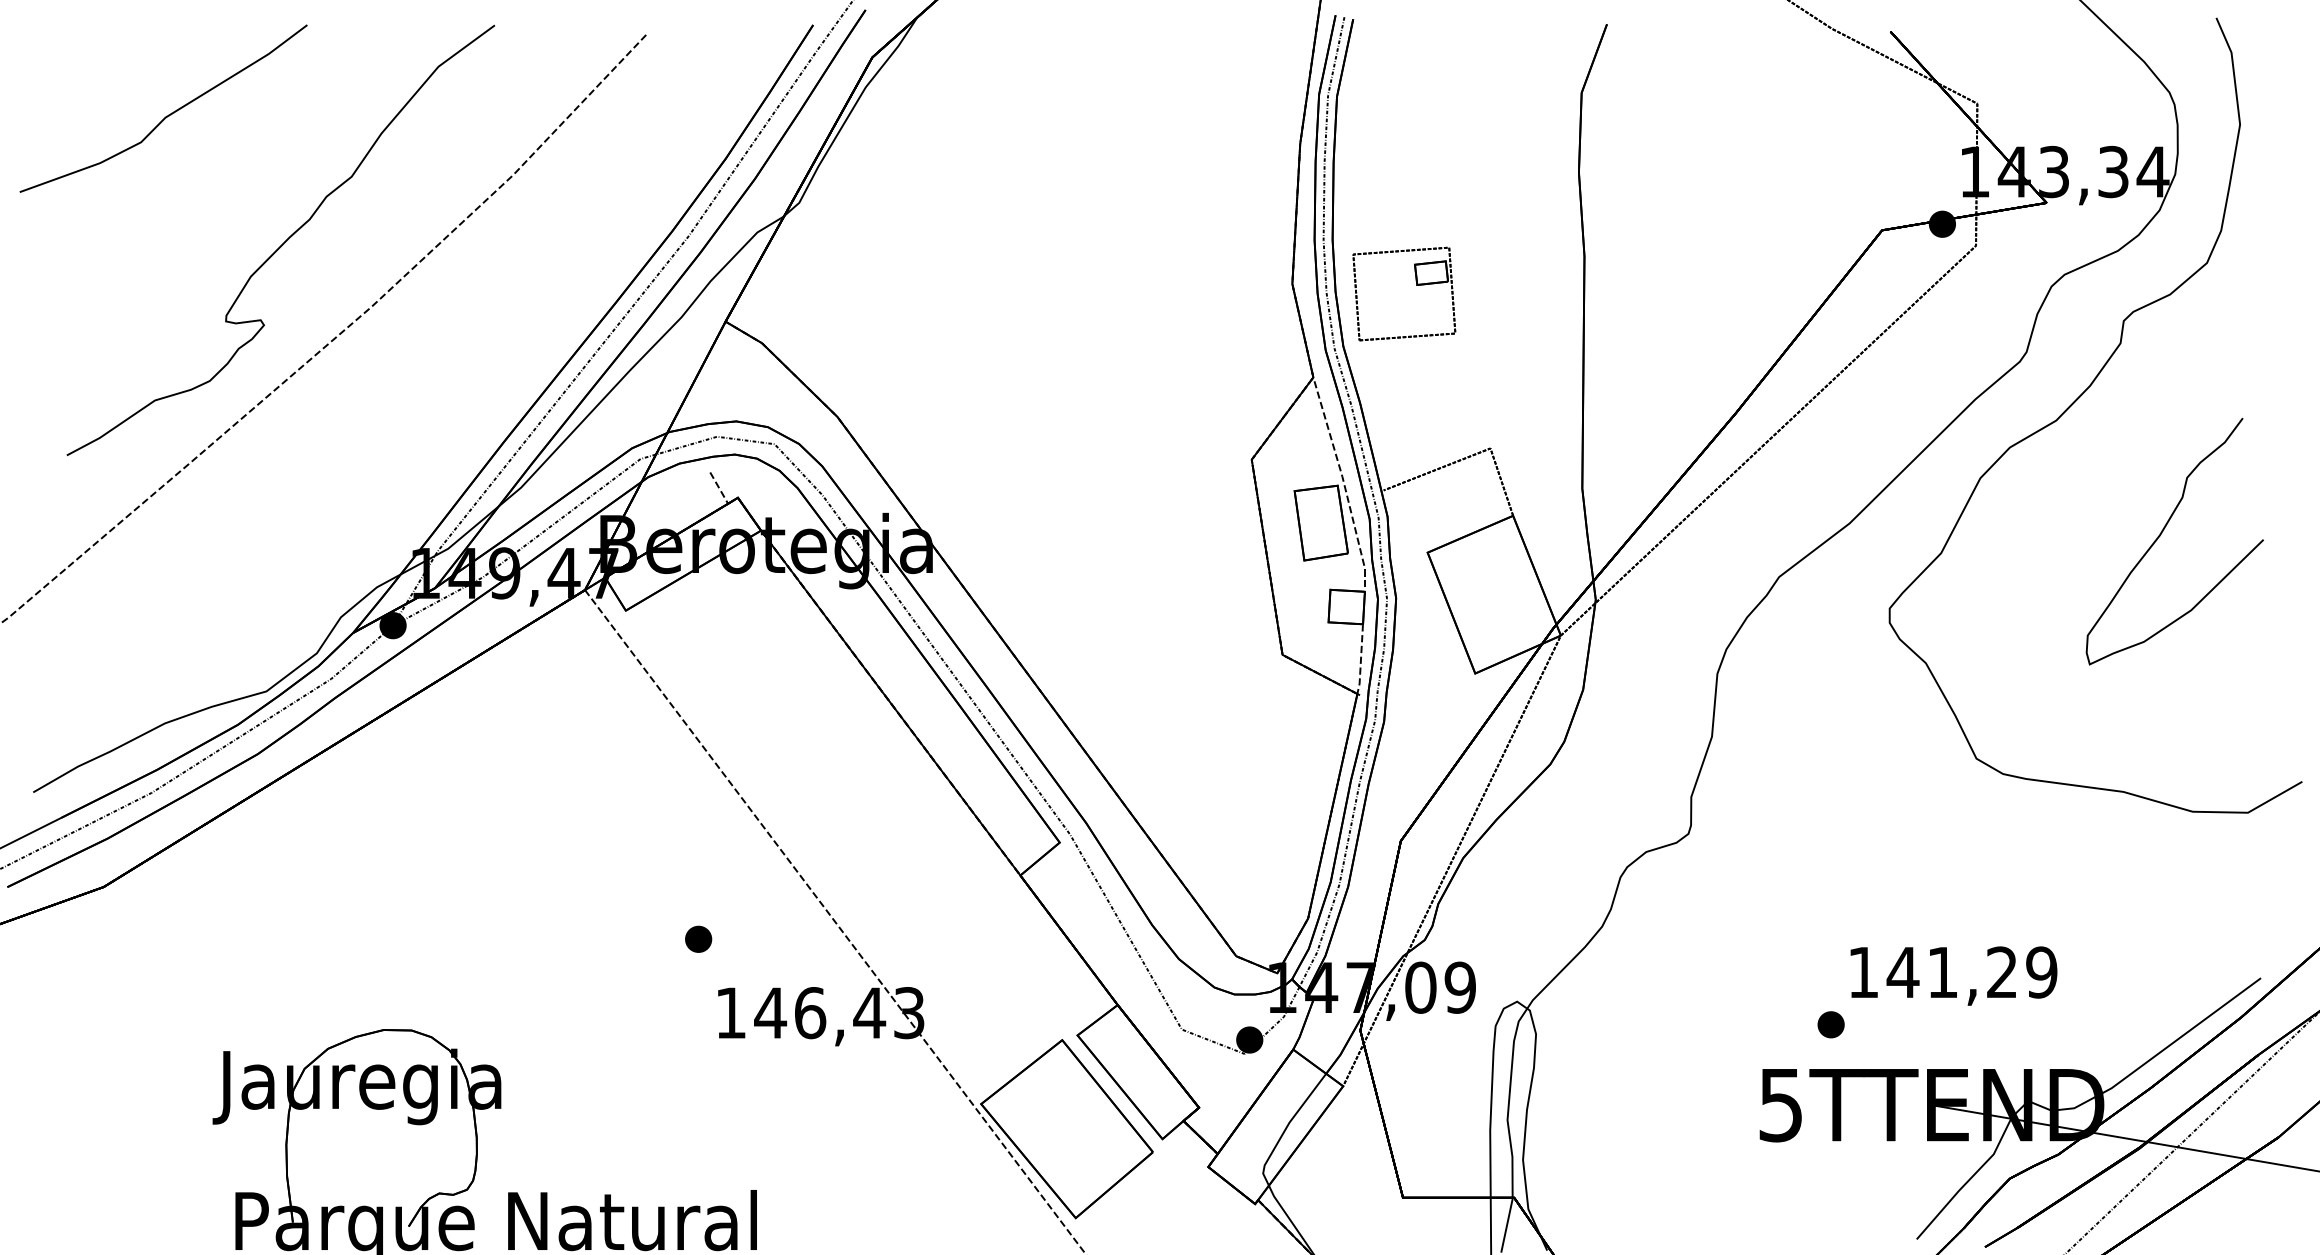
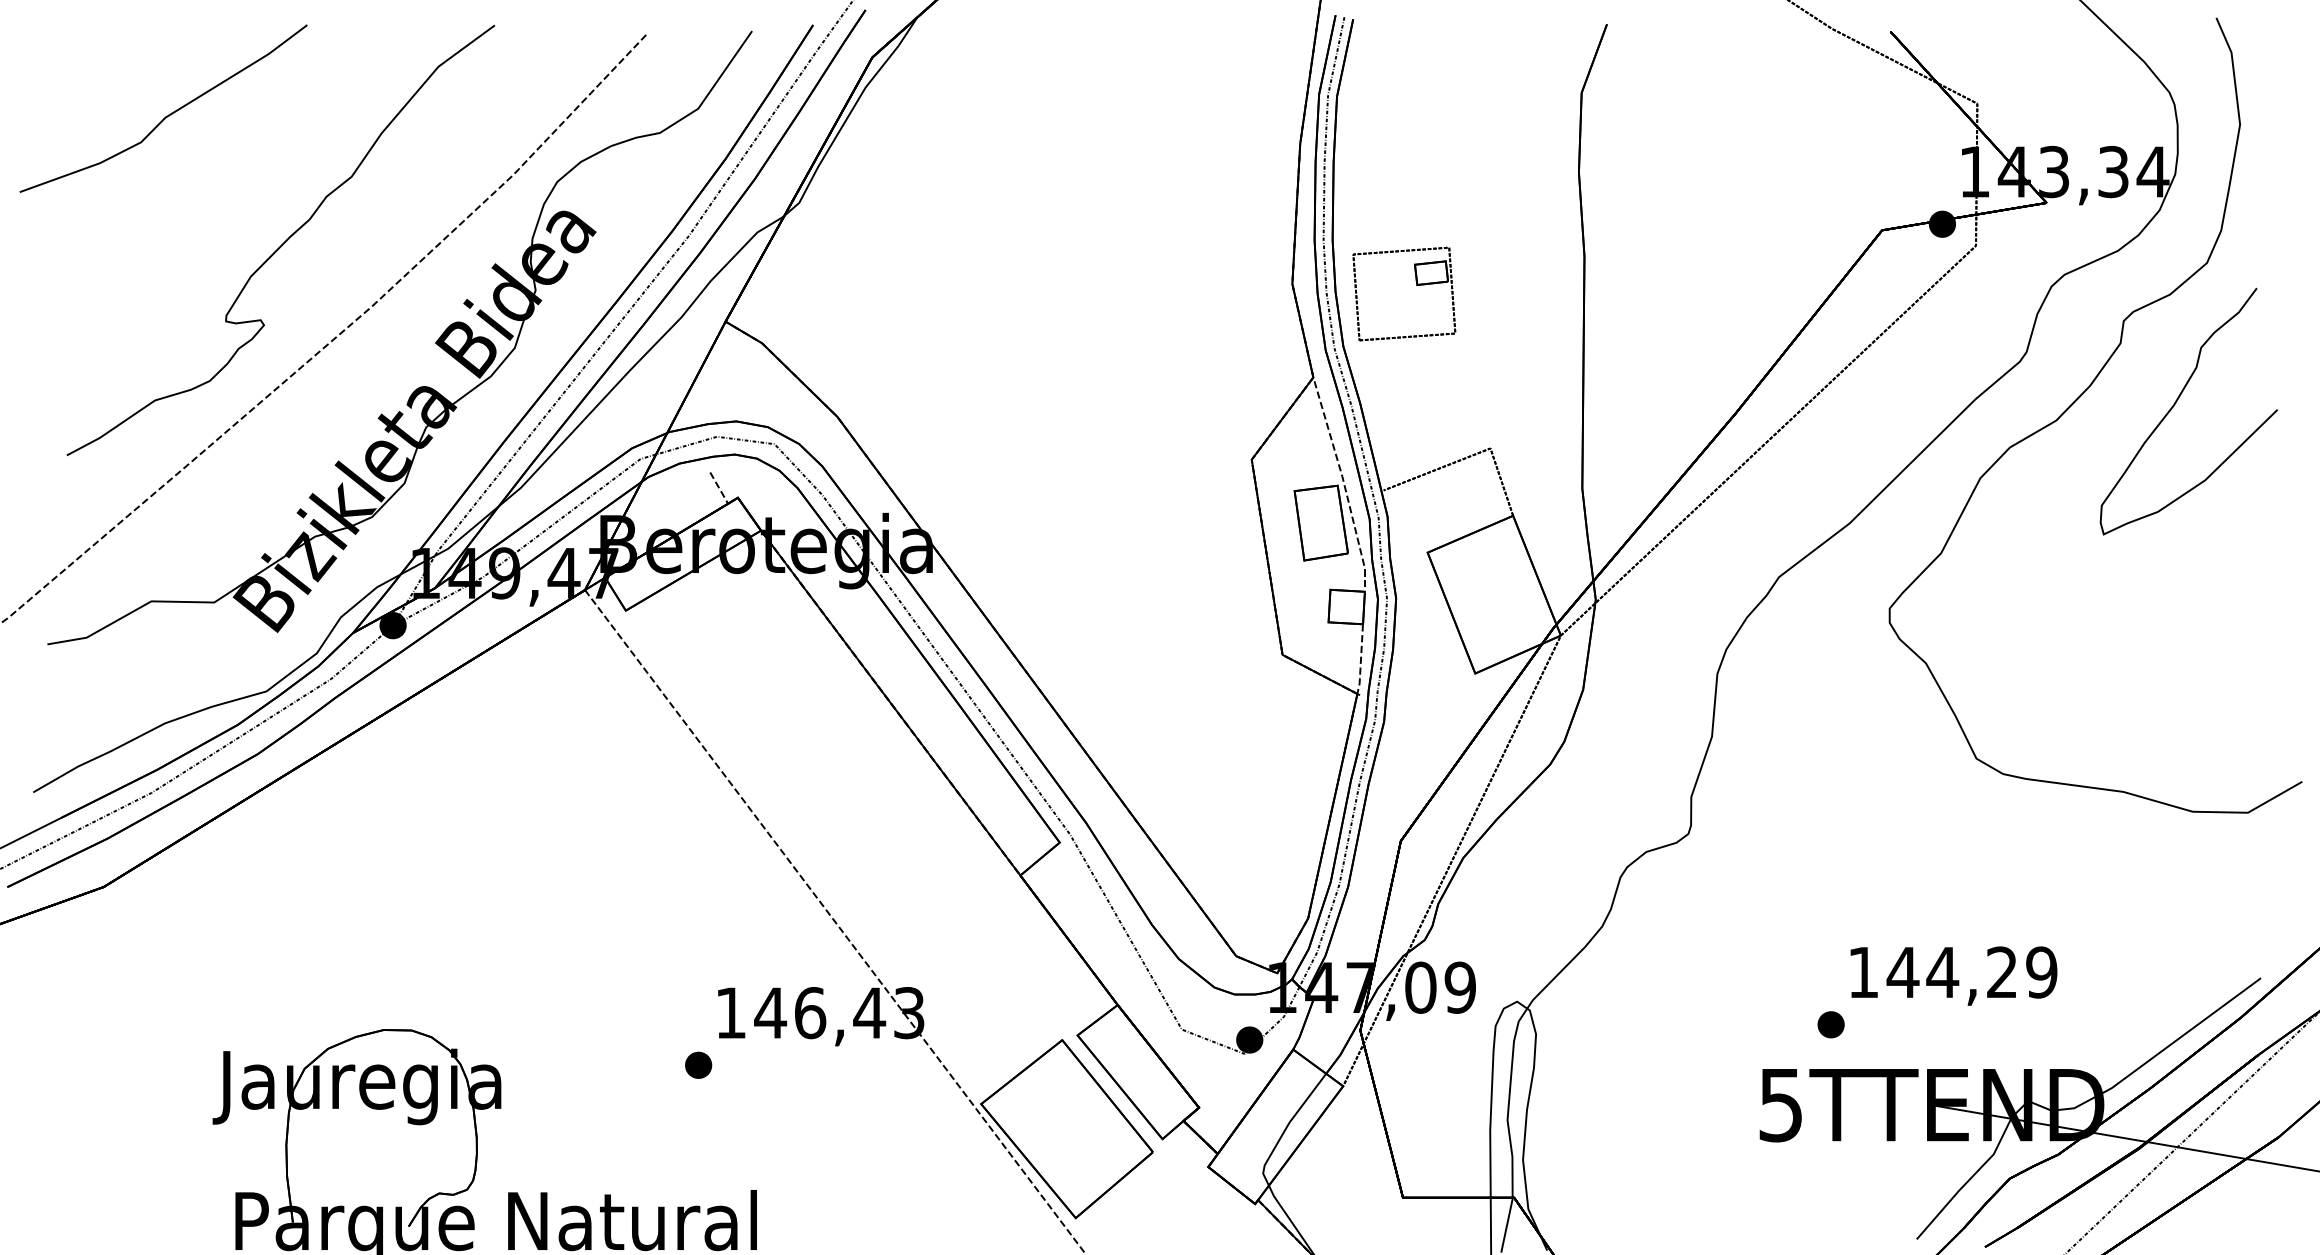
part at (435, 342): none -> present
curve at (2162, 533) position: (2162, 533) -> (2176, 403)
part at (698, 938) position: (698, 938) -> (698, 1064)
text at (1942, 972): 141,29 -> 144,29
